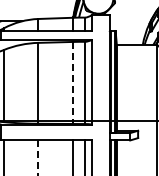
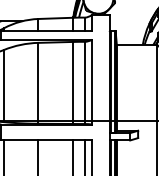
line at (73, 83): dashed -> solid
line at (38, 157): dashed -> solid
